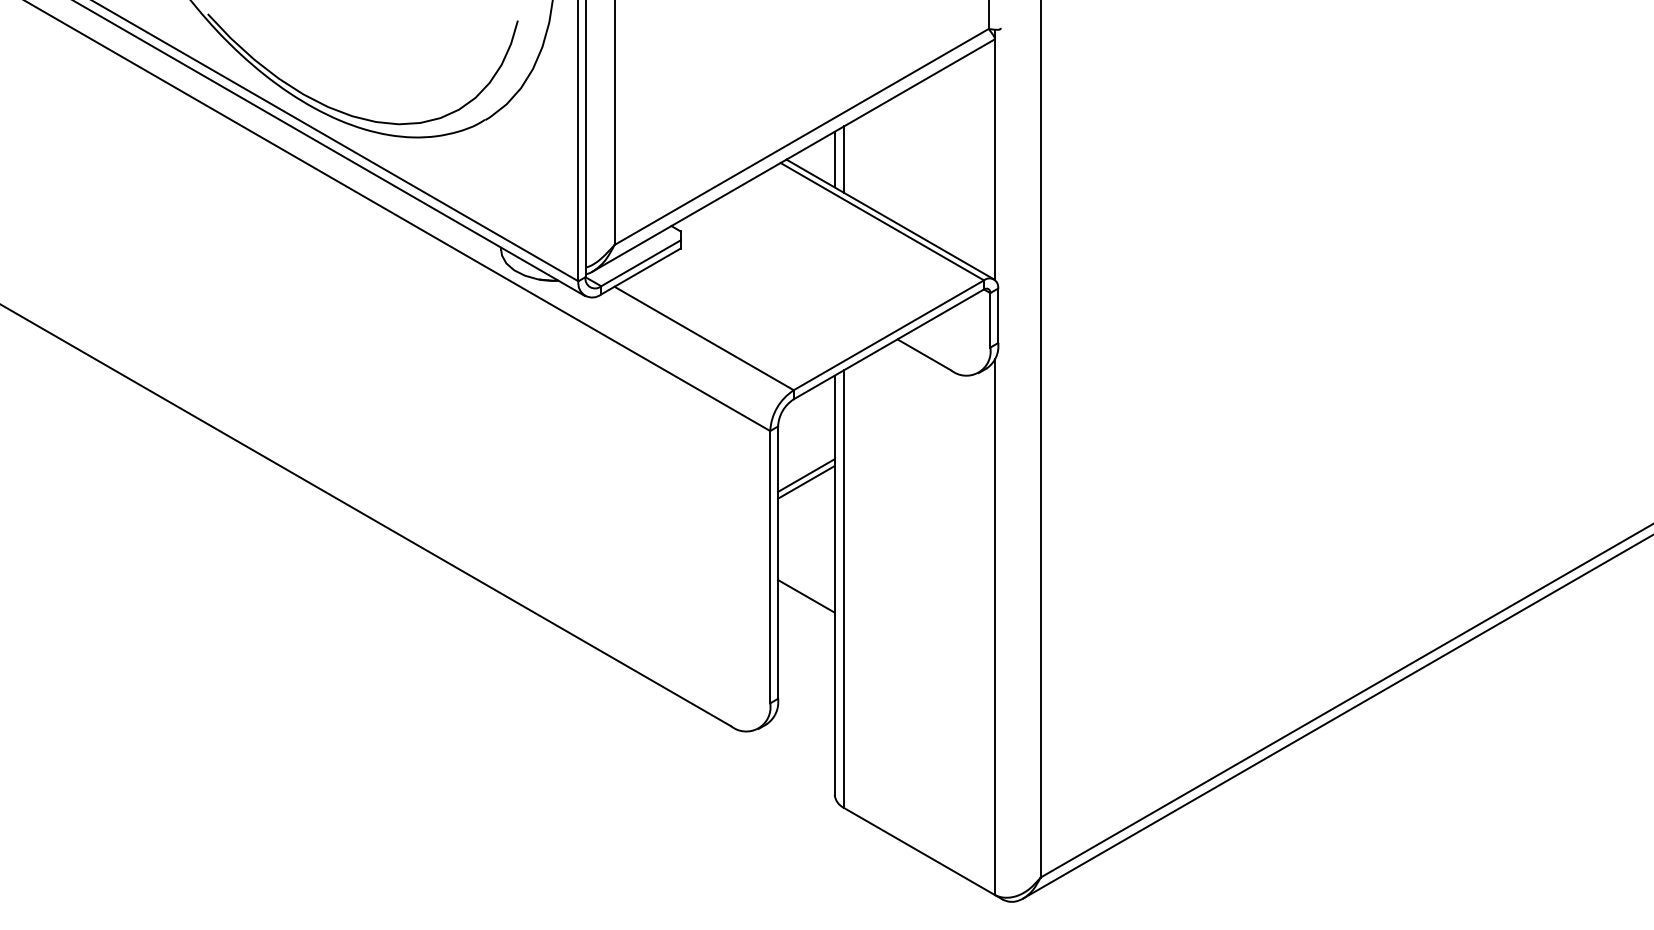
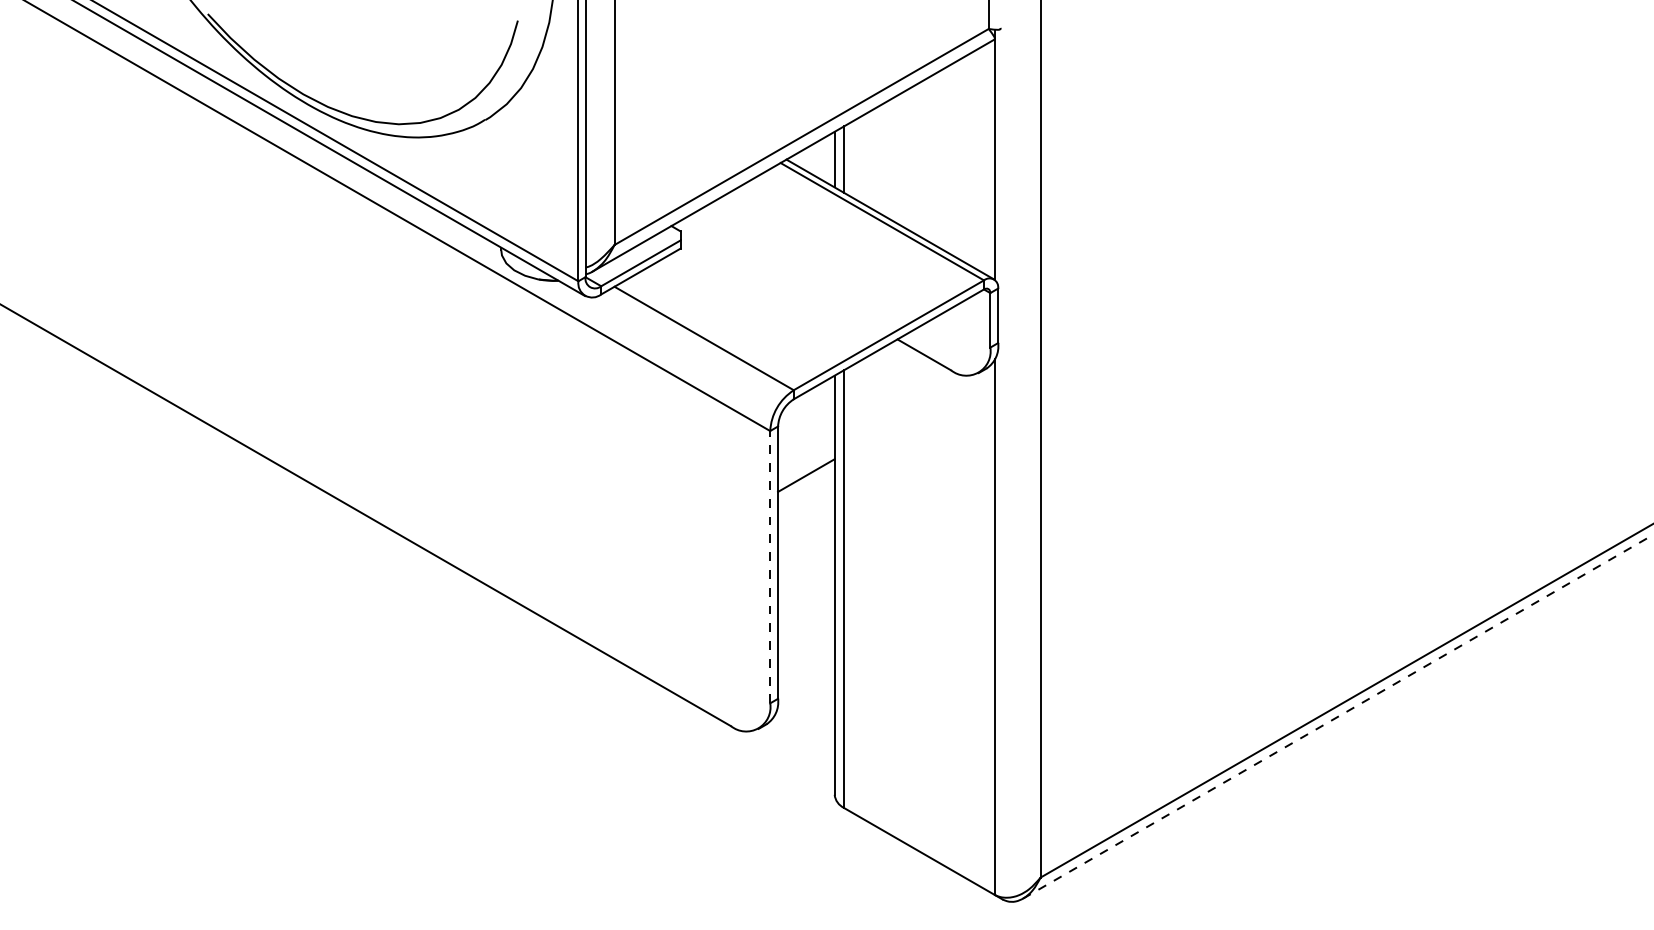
line at (806, 482): present -> none
line at (770, 566): solid -> dashed
line at (806, 596): present -> none
line at (1338, 716): solid -> dashed
